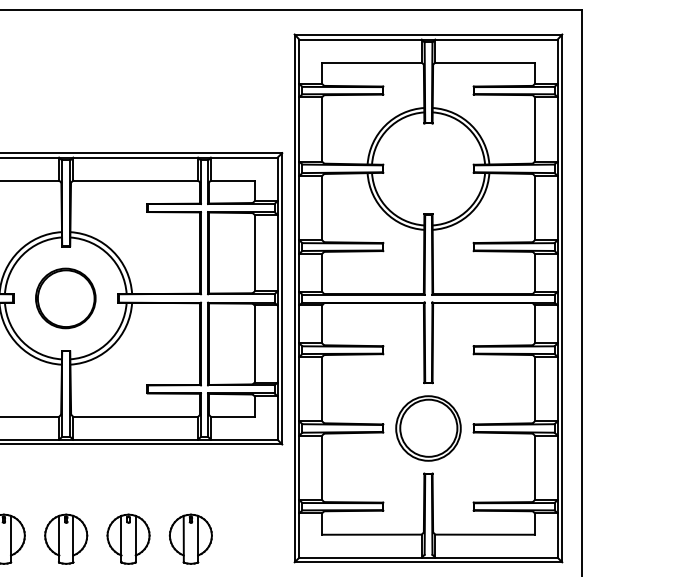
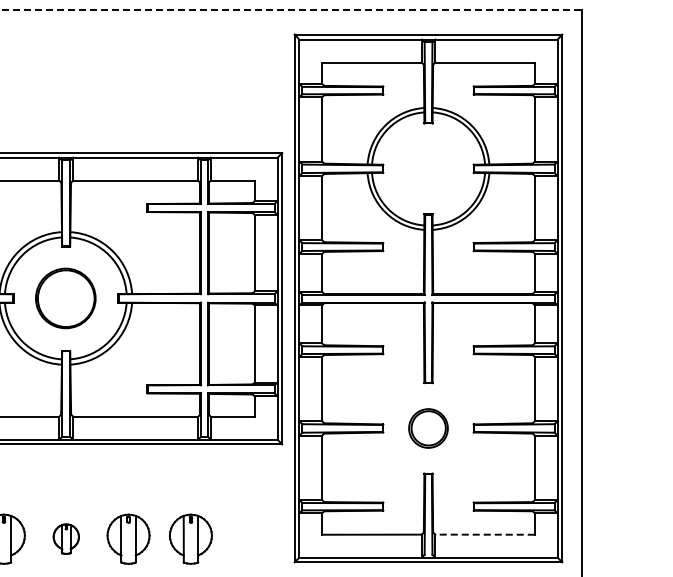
line at (291, 9): solid -> dashed
part at (428, 428) size: 67x67 px -> 41x41 px
line at (485, 534): solid -> dashed
part at (66, 538) size: 45x52 px -> 28x32 px
